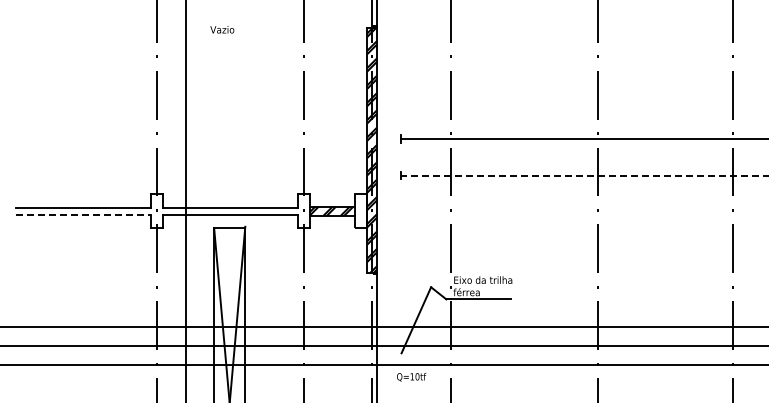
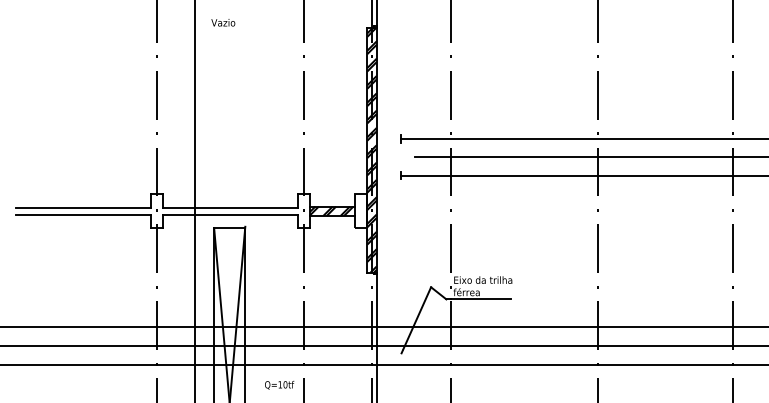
text at (222, 29) position: (222, 29) -> (223, 22)
line at (590, 157): none -> present
line at (585, 175): dashed -> solid
line at (185, 200) position: (185, 200) -> (194, 200)
line at (84, 214): dashed -> solid
text at (411, 377) position: (411, 377) -> (279, 385)
